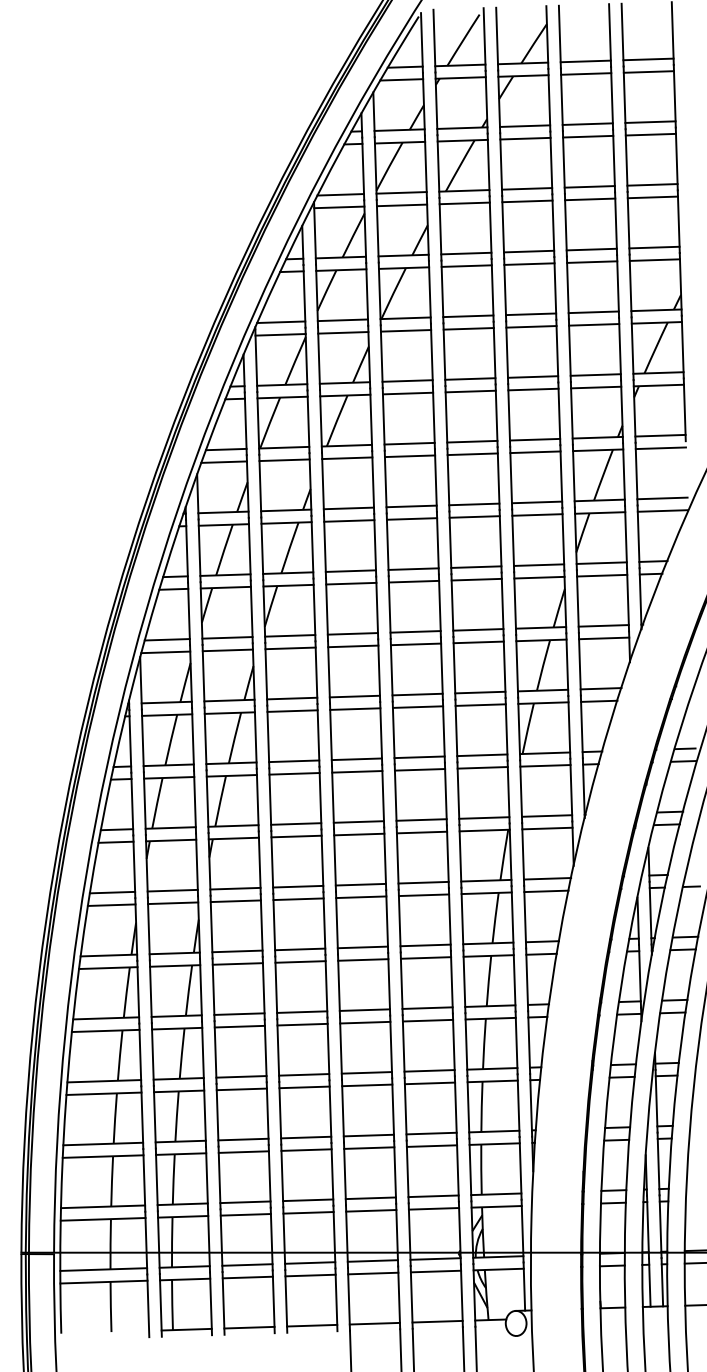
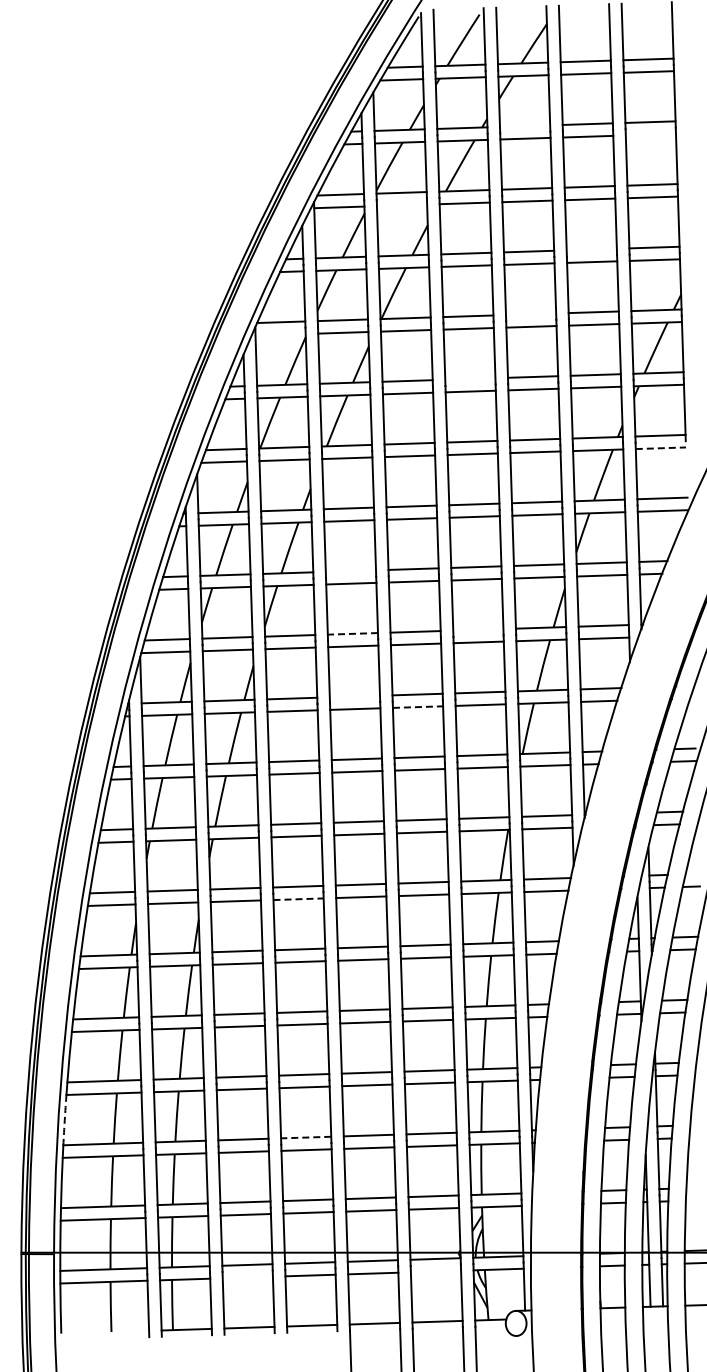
line at (524, 125): present -> none
line at (650, 134): present -> none
line at (401, 205): present -> none
line at (591, 249): present -> none
line at (530, 314): present -> none
line at (280, 334): present -> none
line at (470, 378): present -> none
line at (661, 448): solid -> dashed
line at (350, 570): present -> none
line at (478, 629): present -> none
line at (352, 633): solid -> dashed
line at (354, 696): present -> none
line at (418, 707): solid -> dashed
line at (299, 899): solid -> dashed
arc at (64, 1120): solid -> dashed
line at (305, 1137): solid -> dashed
line at (435, 1271): present -> none
line at (247, 1277): present -> none
